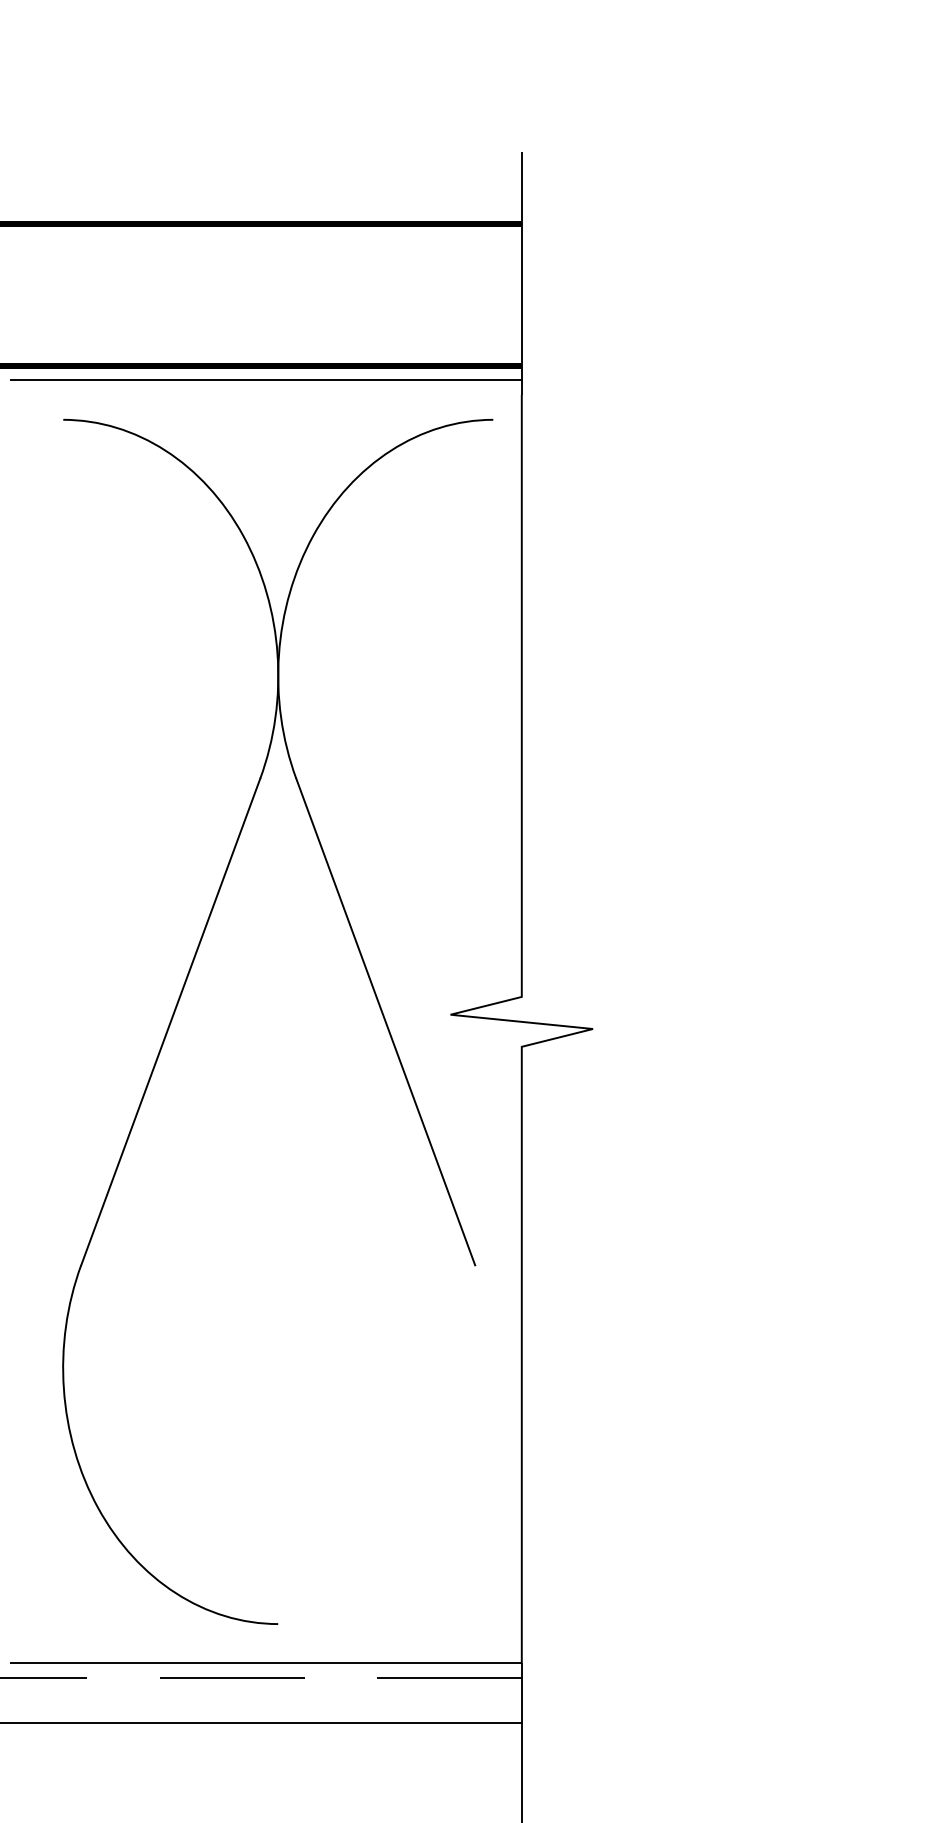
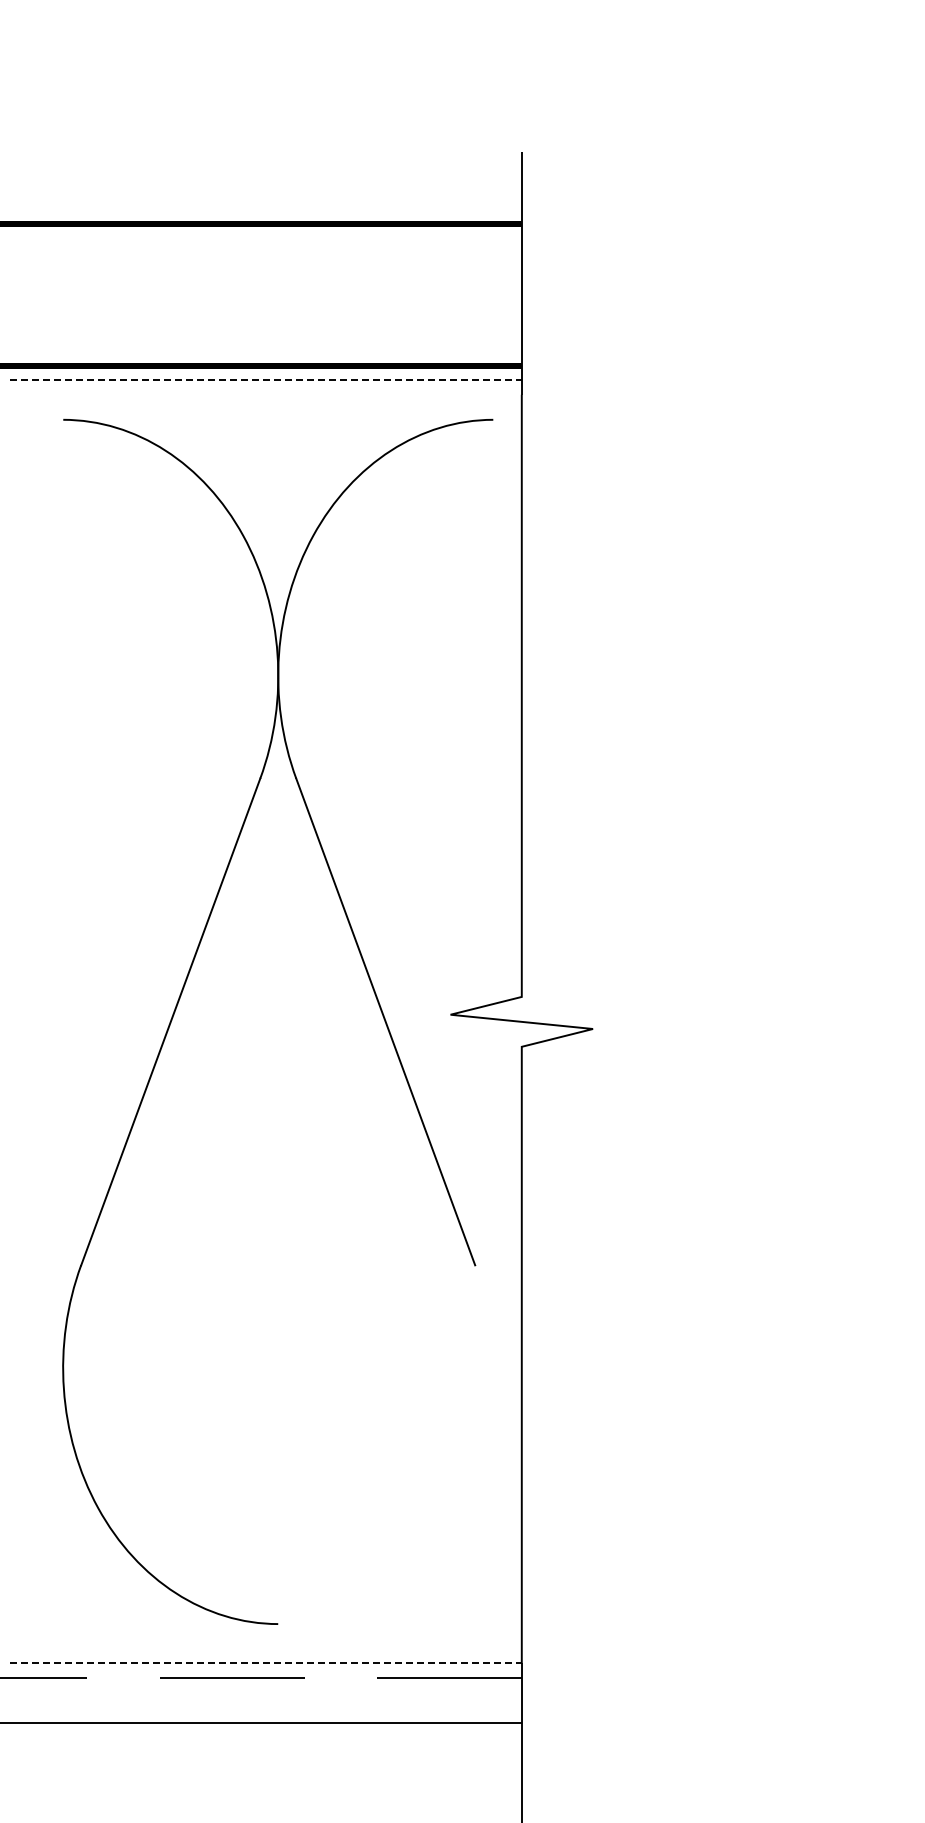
line at (266, 380): solid -> dashed
line at (266, 1663): solid -> dashed
